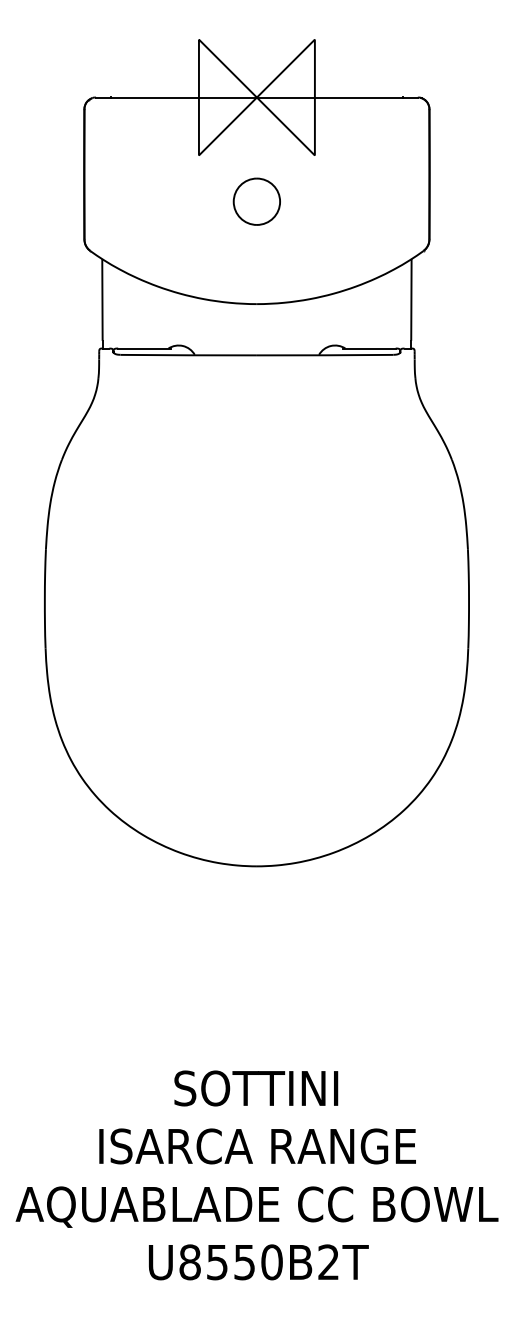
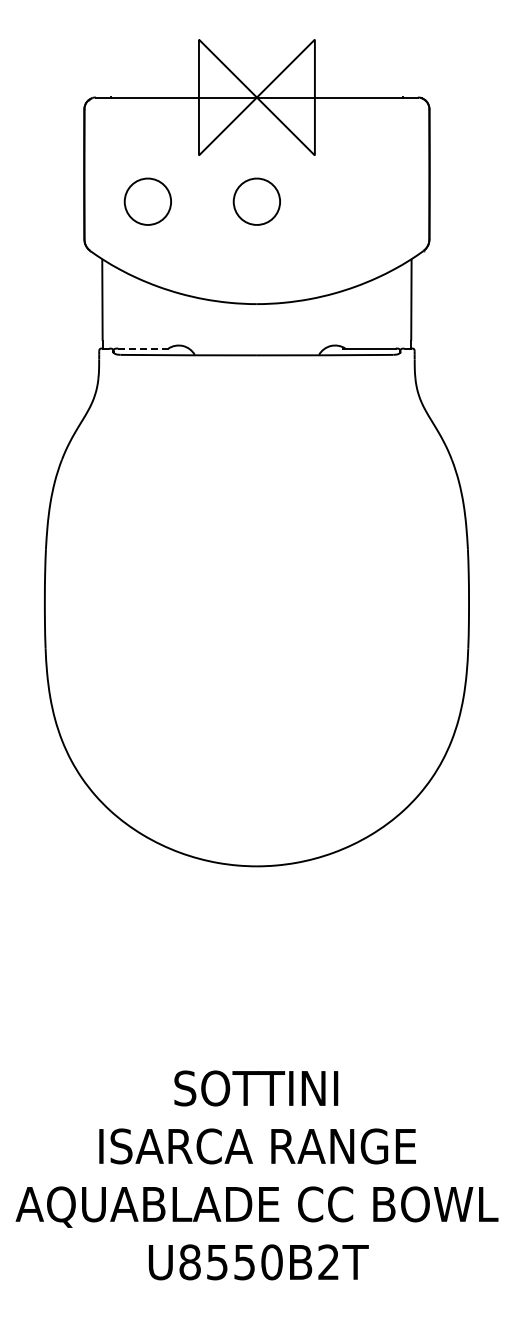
part at (147, 201): none -> present
line at (145, 348): solid -> dashed
